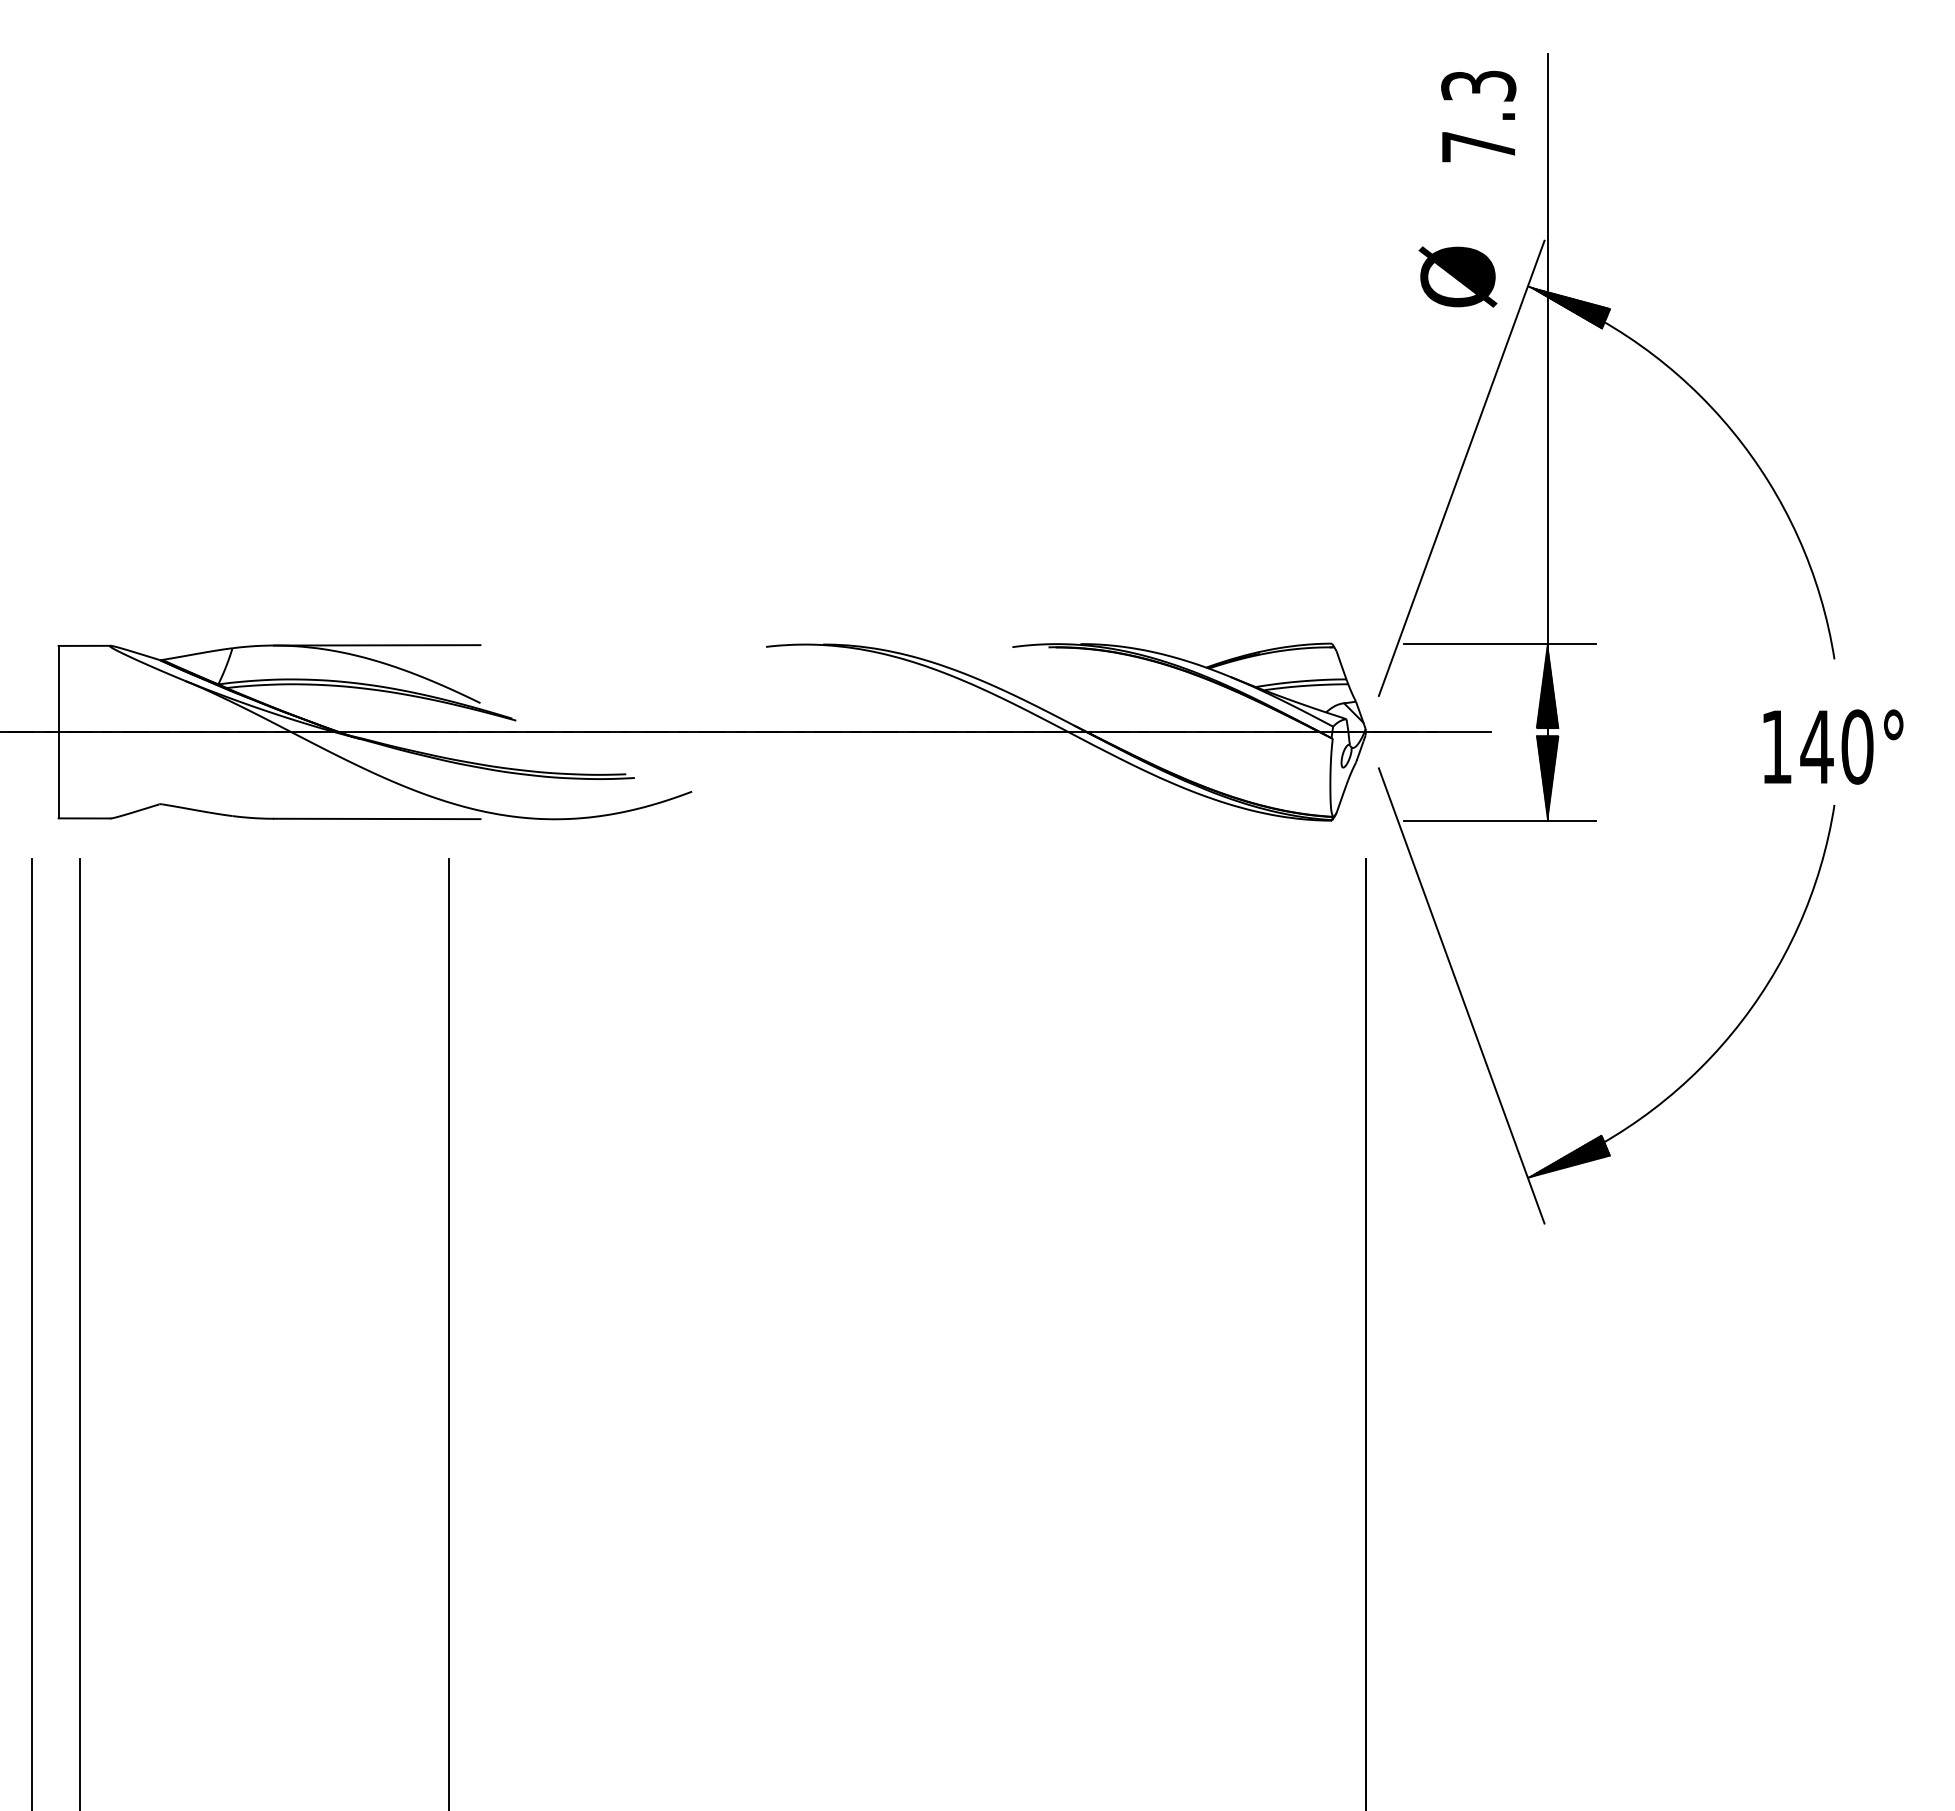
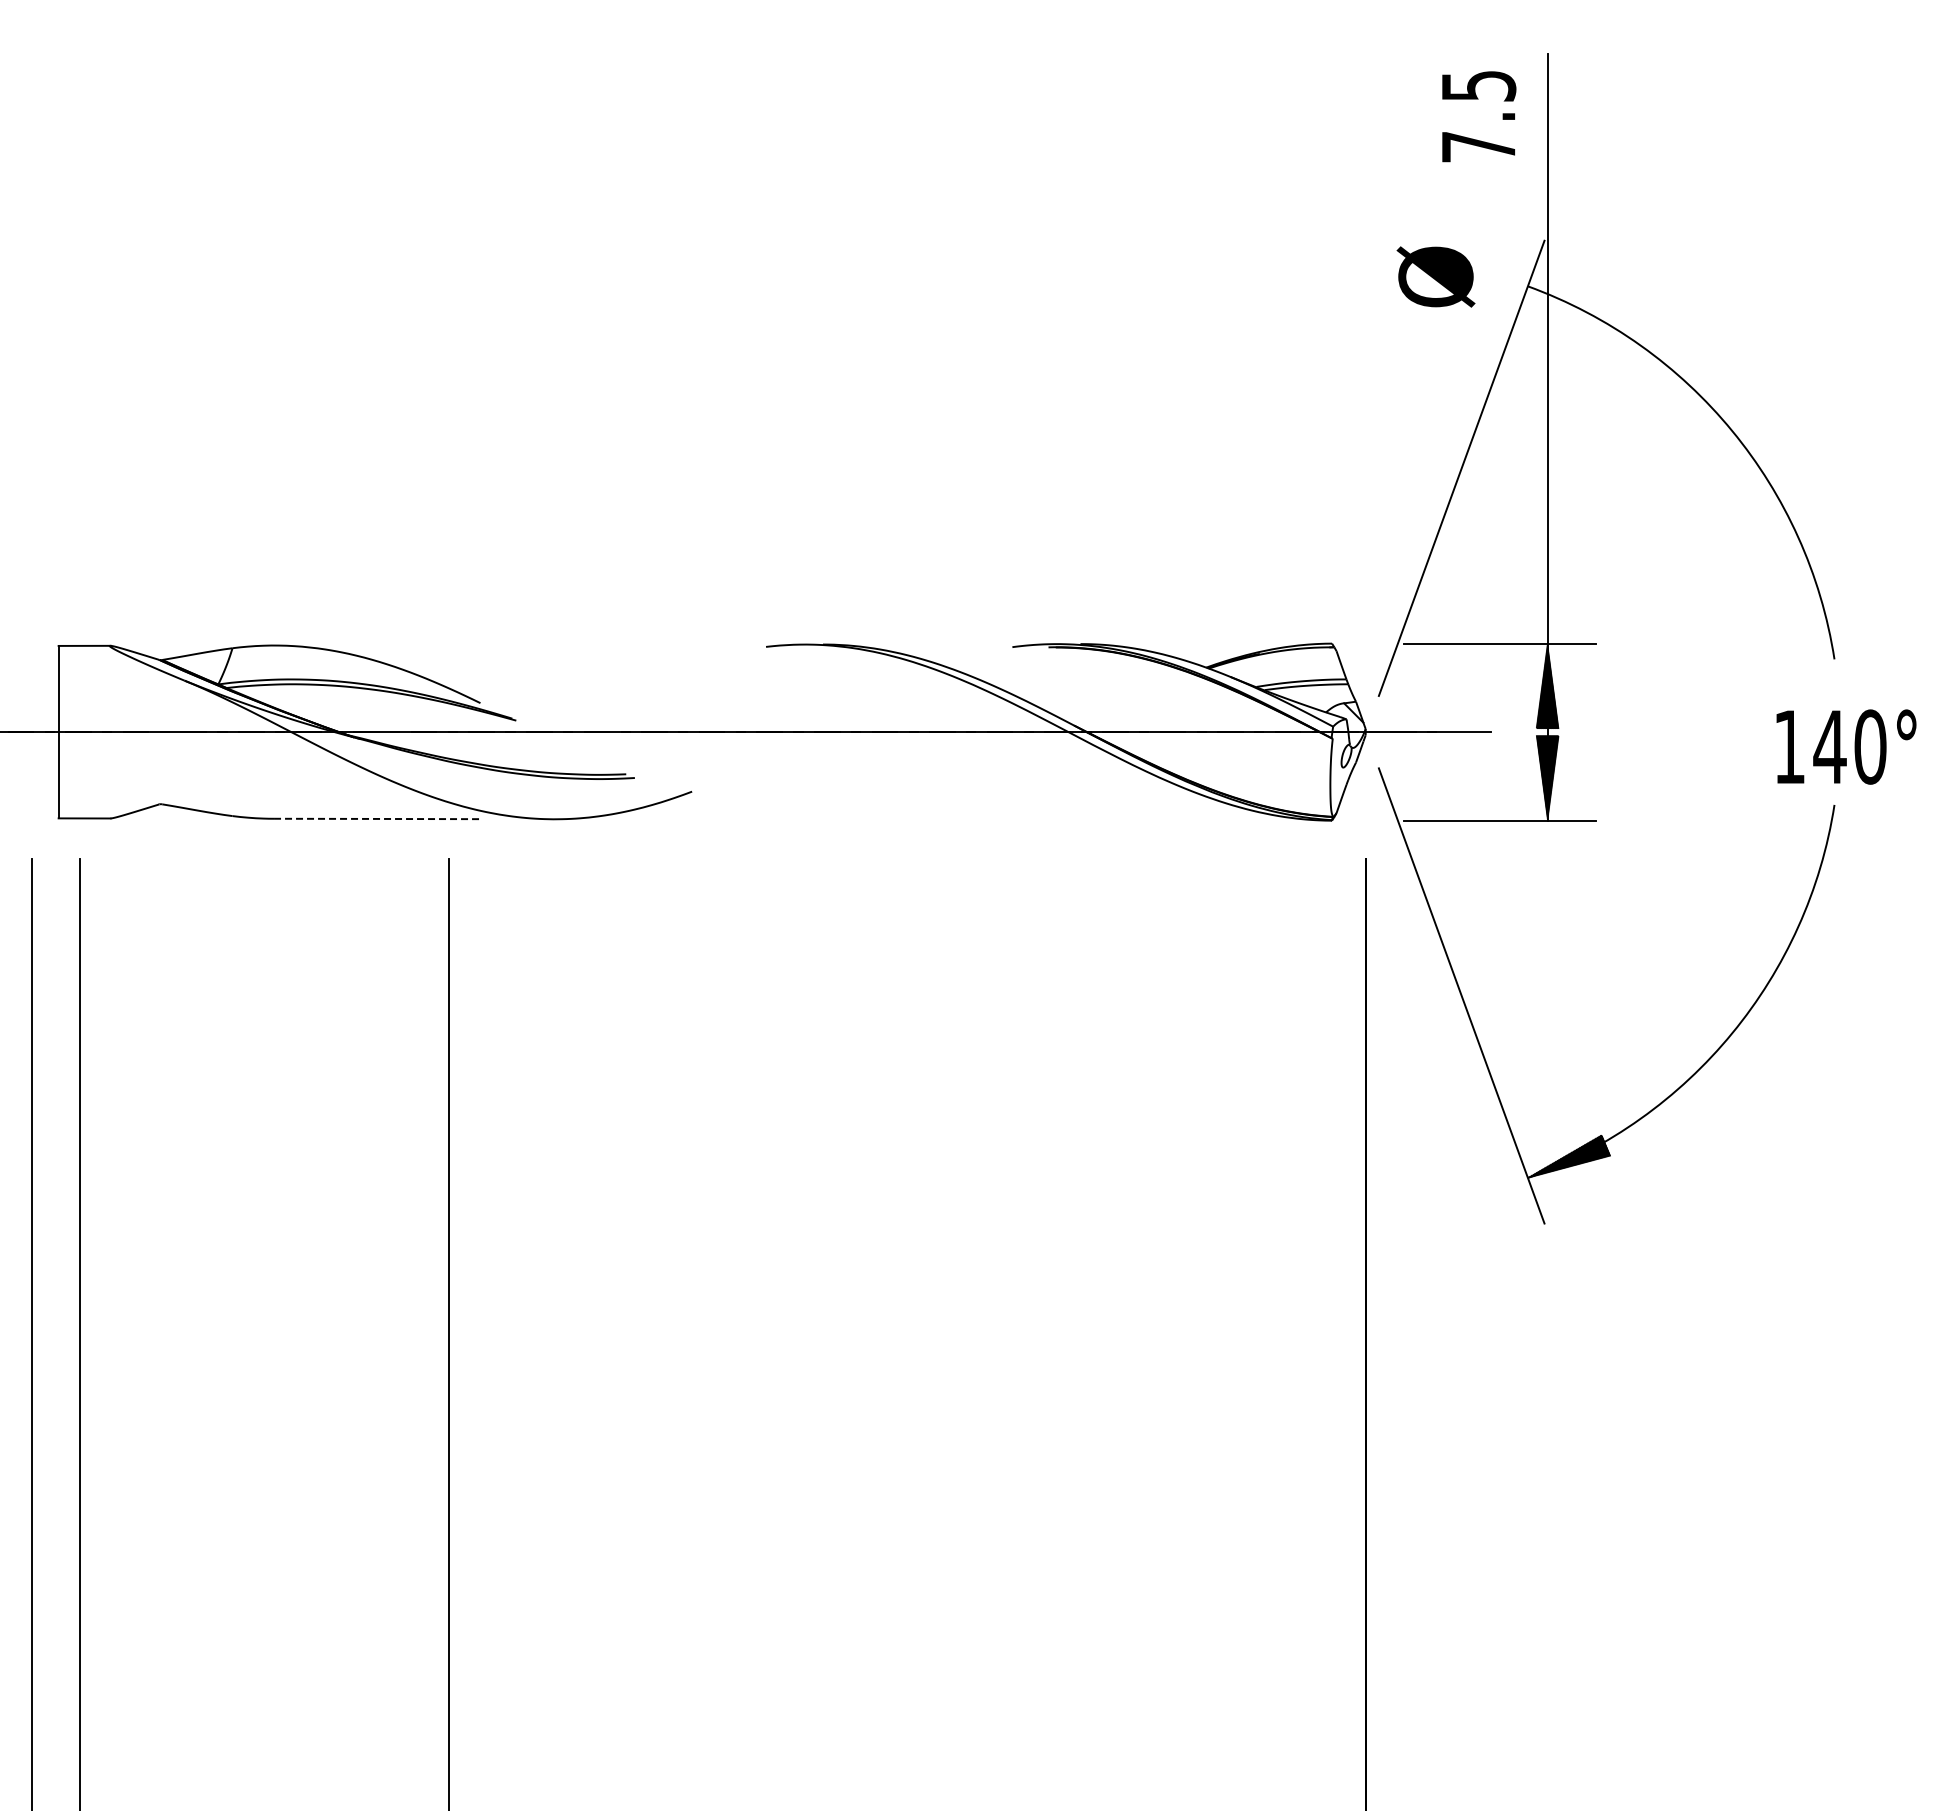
text at (1478, 85): 7.3 -> 7.5
text at (1457, 276) position: (1457, 276) -> (1435, 276)
hatch at (1569, 307): present -> none
line at (377, 645): present -> none
text at (1833, 746) position: (1833, 746) -> (1846, 746)
line at (377, 818): solid -> dashed
